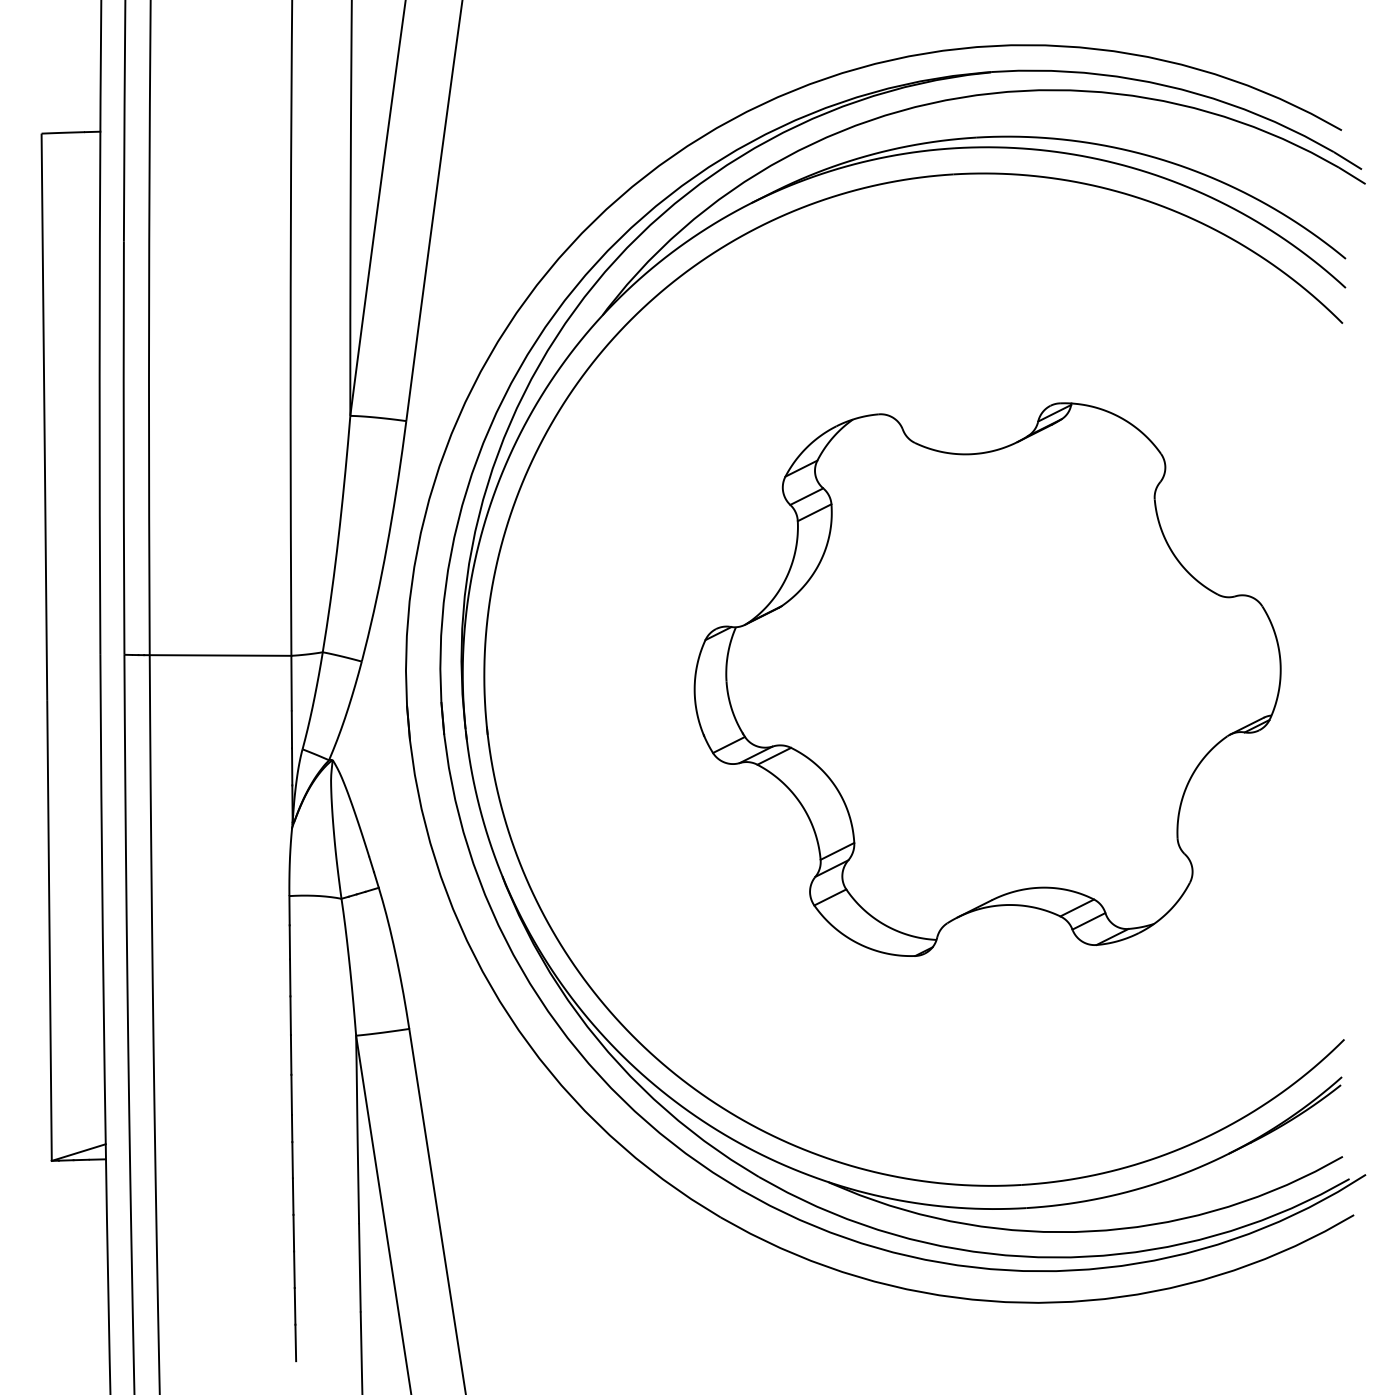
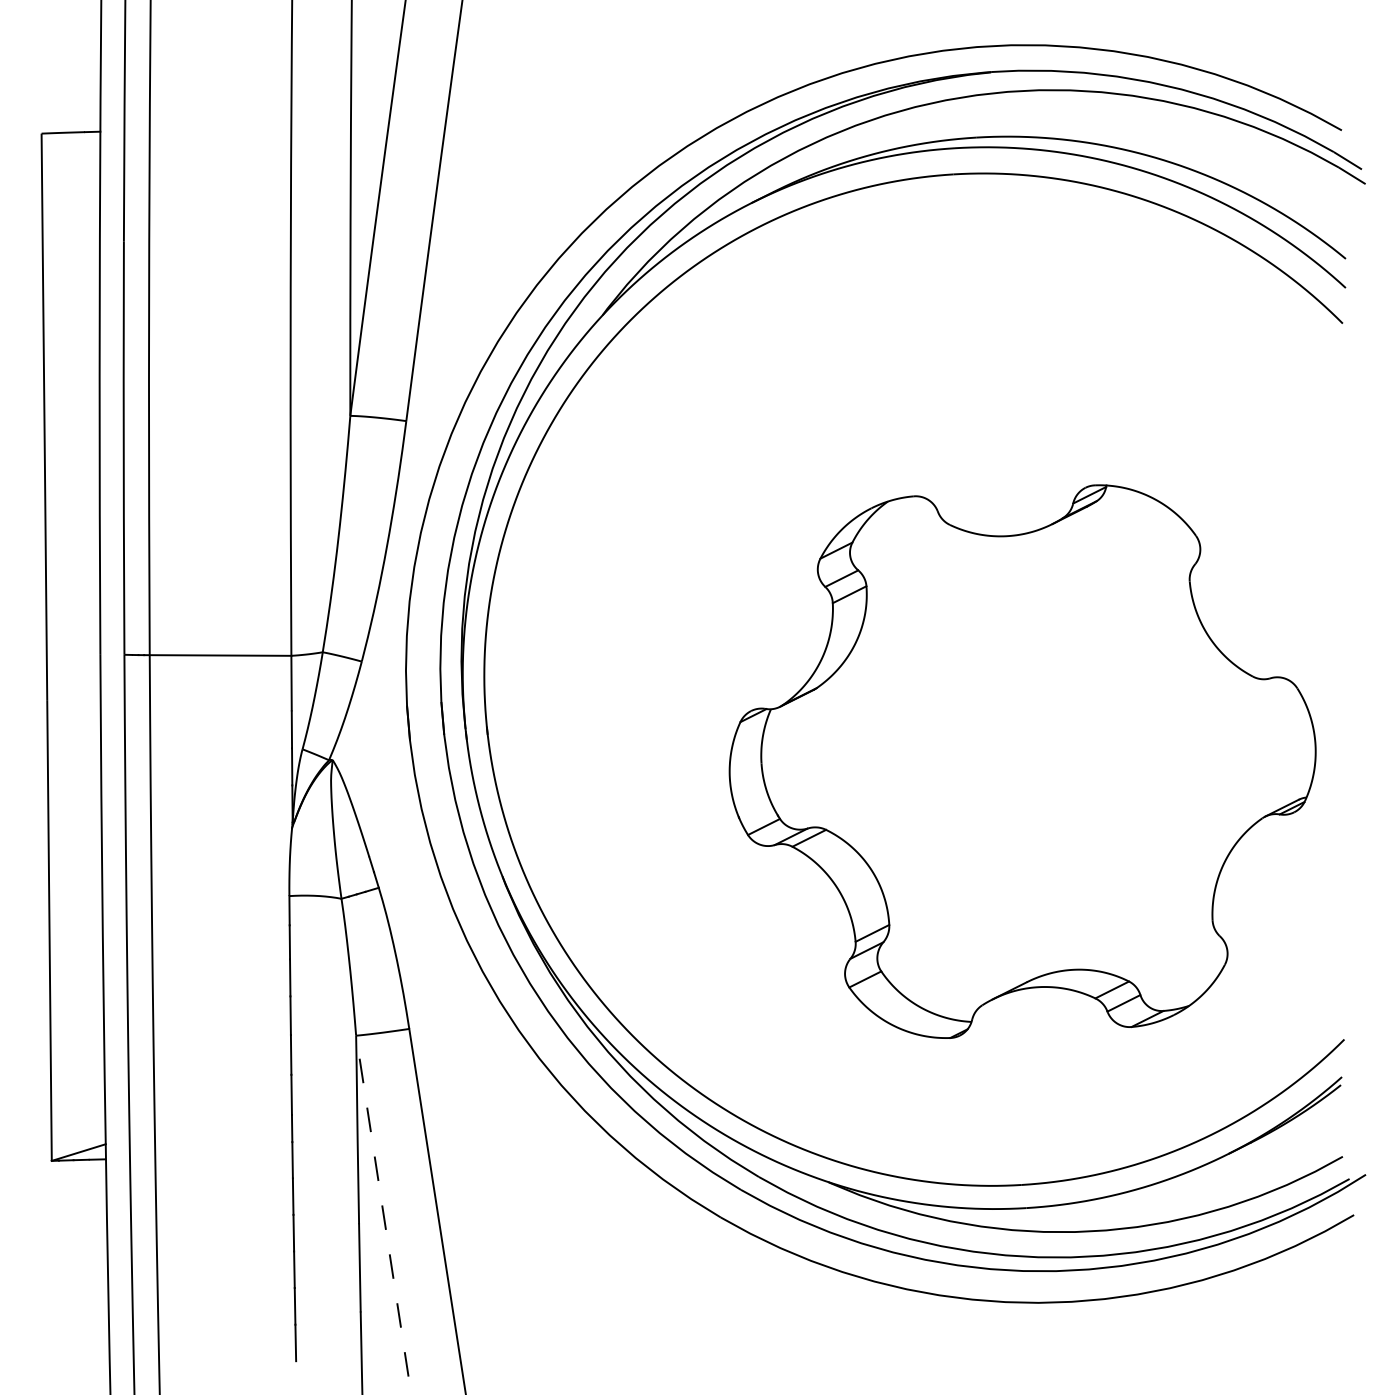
part at (987, 679) position: (987, 679) -> (1022, 761)
line at (383, 1214): solid -> dashed
